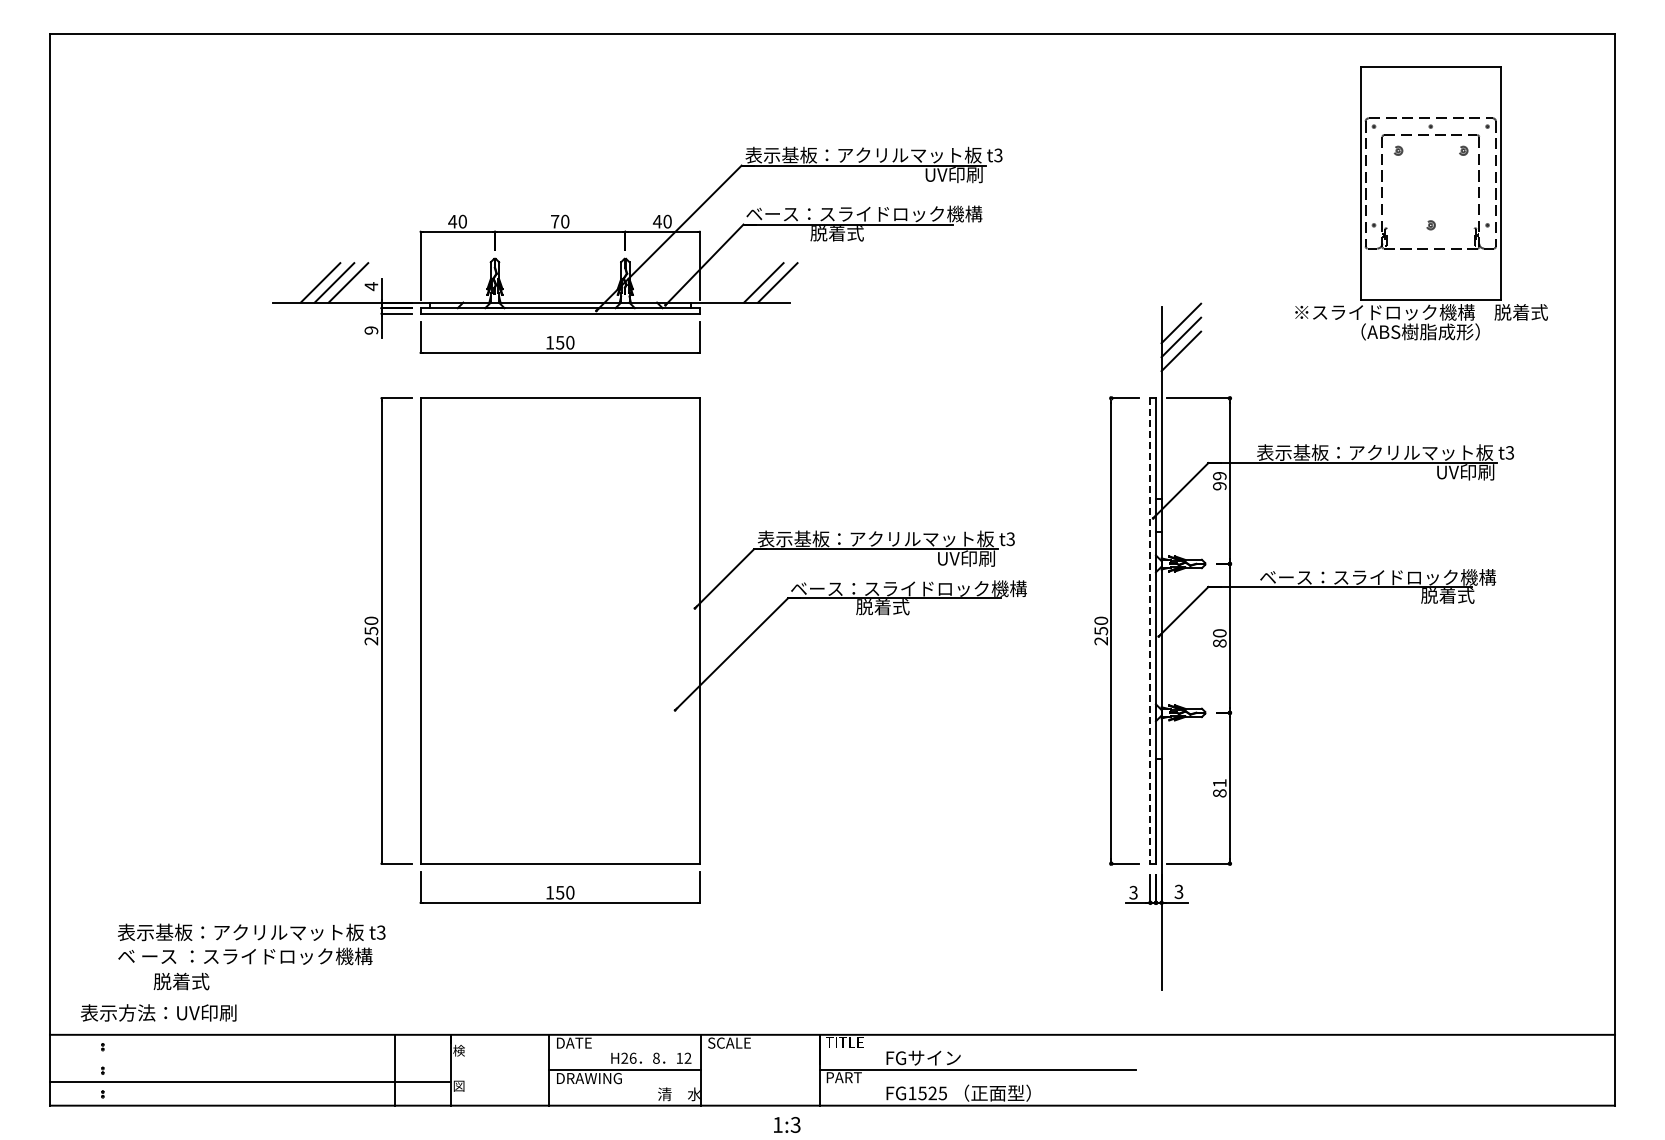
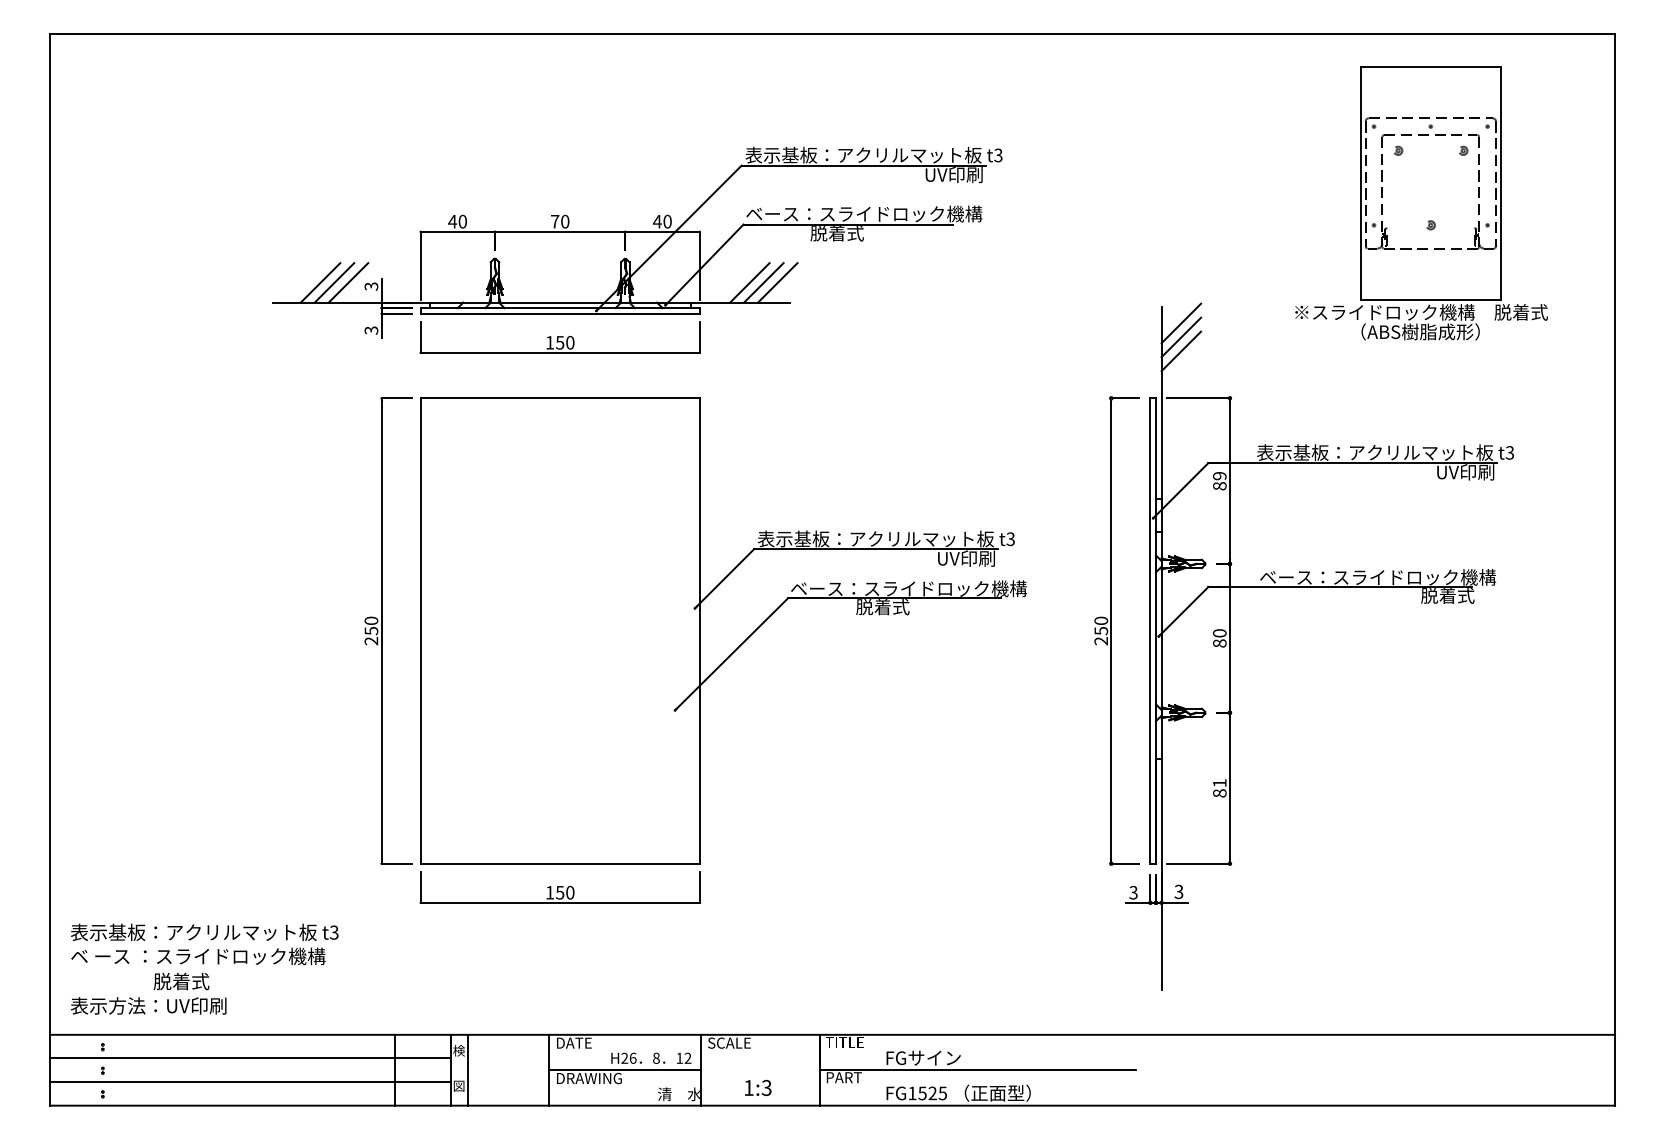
line at (749, 282): none -> present
text at (371, 286): 4 -> 3
text at (371, 330): 9 -> 3
text at (1219, 486): 99 -> 89
line at (1150, 631): dashed -> solid
text at (251, 944) position: (251, 944) -> (204, 944)
text at (158, 1012) position: (158, 1012) -> (148, 1005)
line at (249, 1058): none -> present
line at (467, 1069): none -> present
text at (787, 1124) position: (787, 1124) -> (758, 1087)
